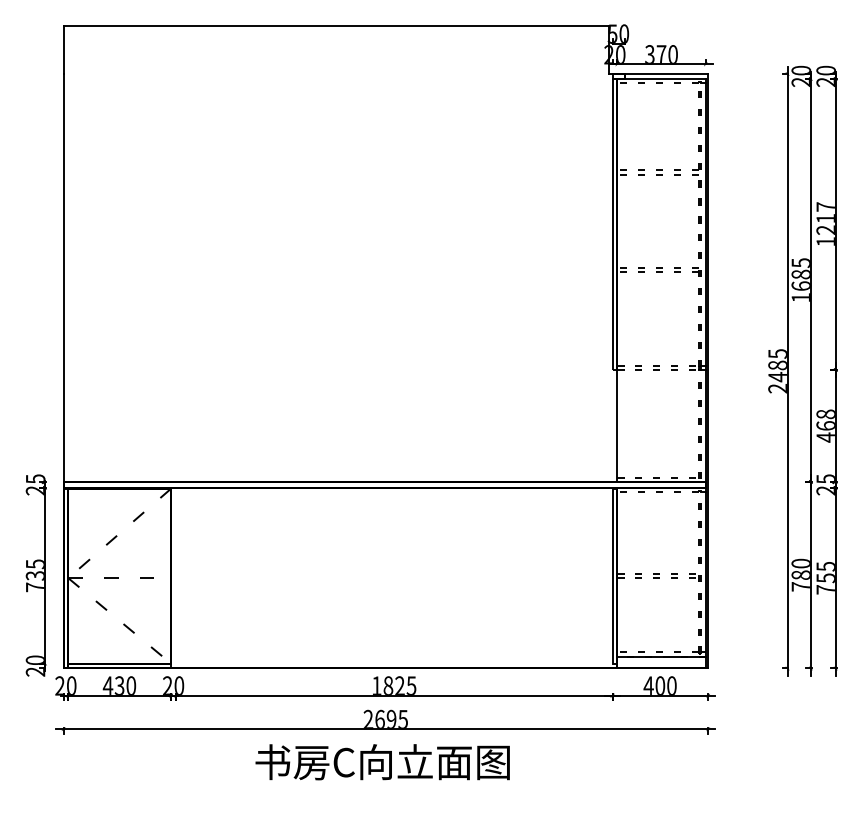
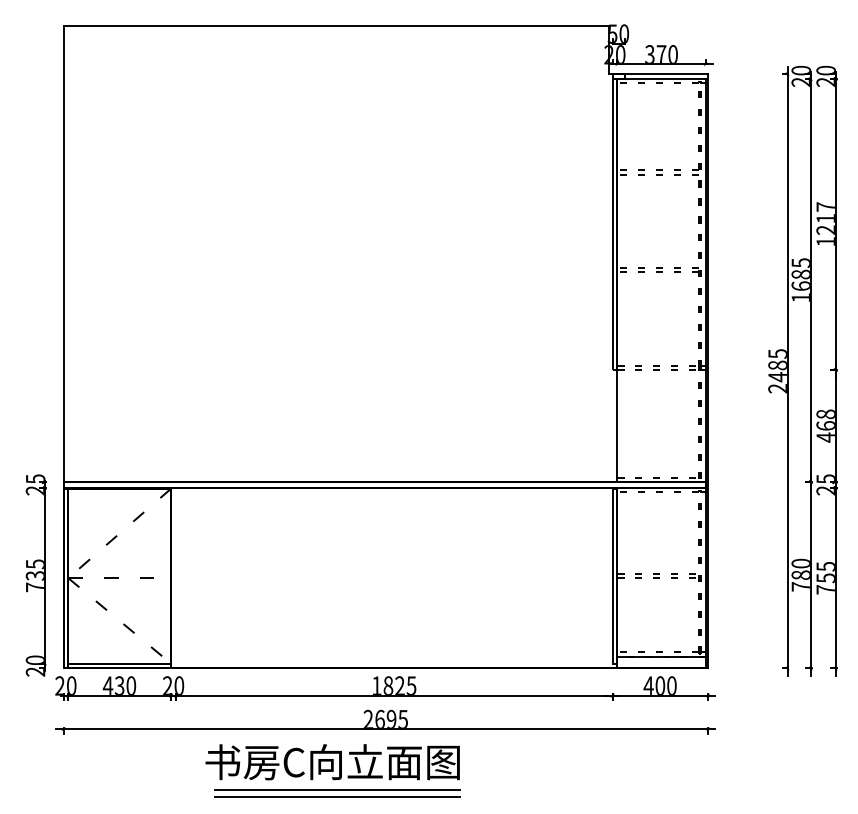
text at (382, 762) position: (382, 762) -> (332, 762)
line at (337, 789): none -> present
line at (337, 796): none -> present
